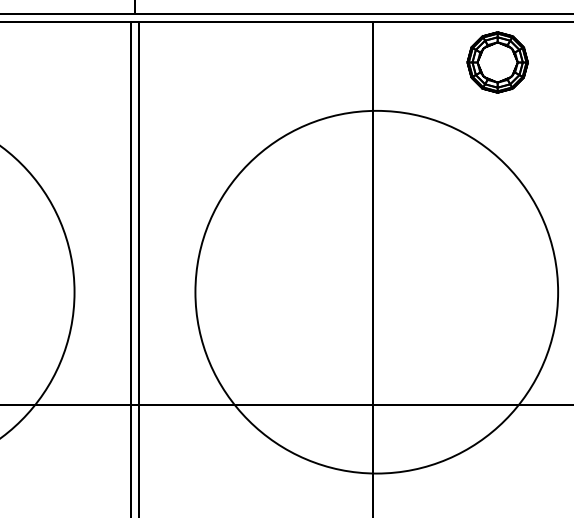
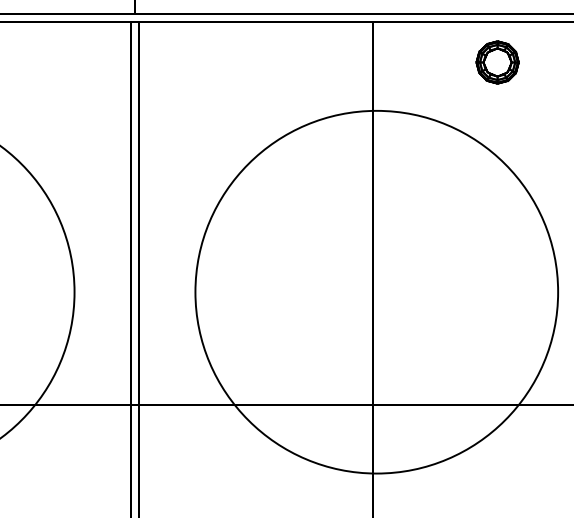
part at (497, 62) size: 63x63 px -> 45x45 px
